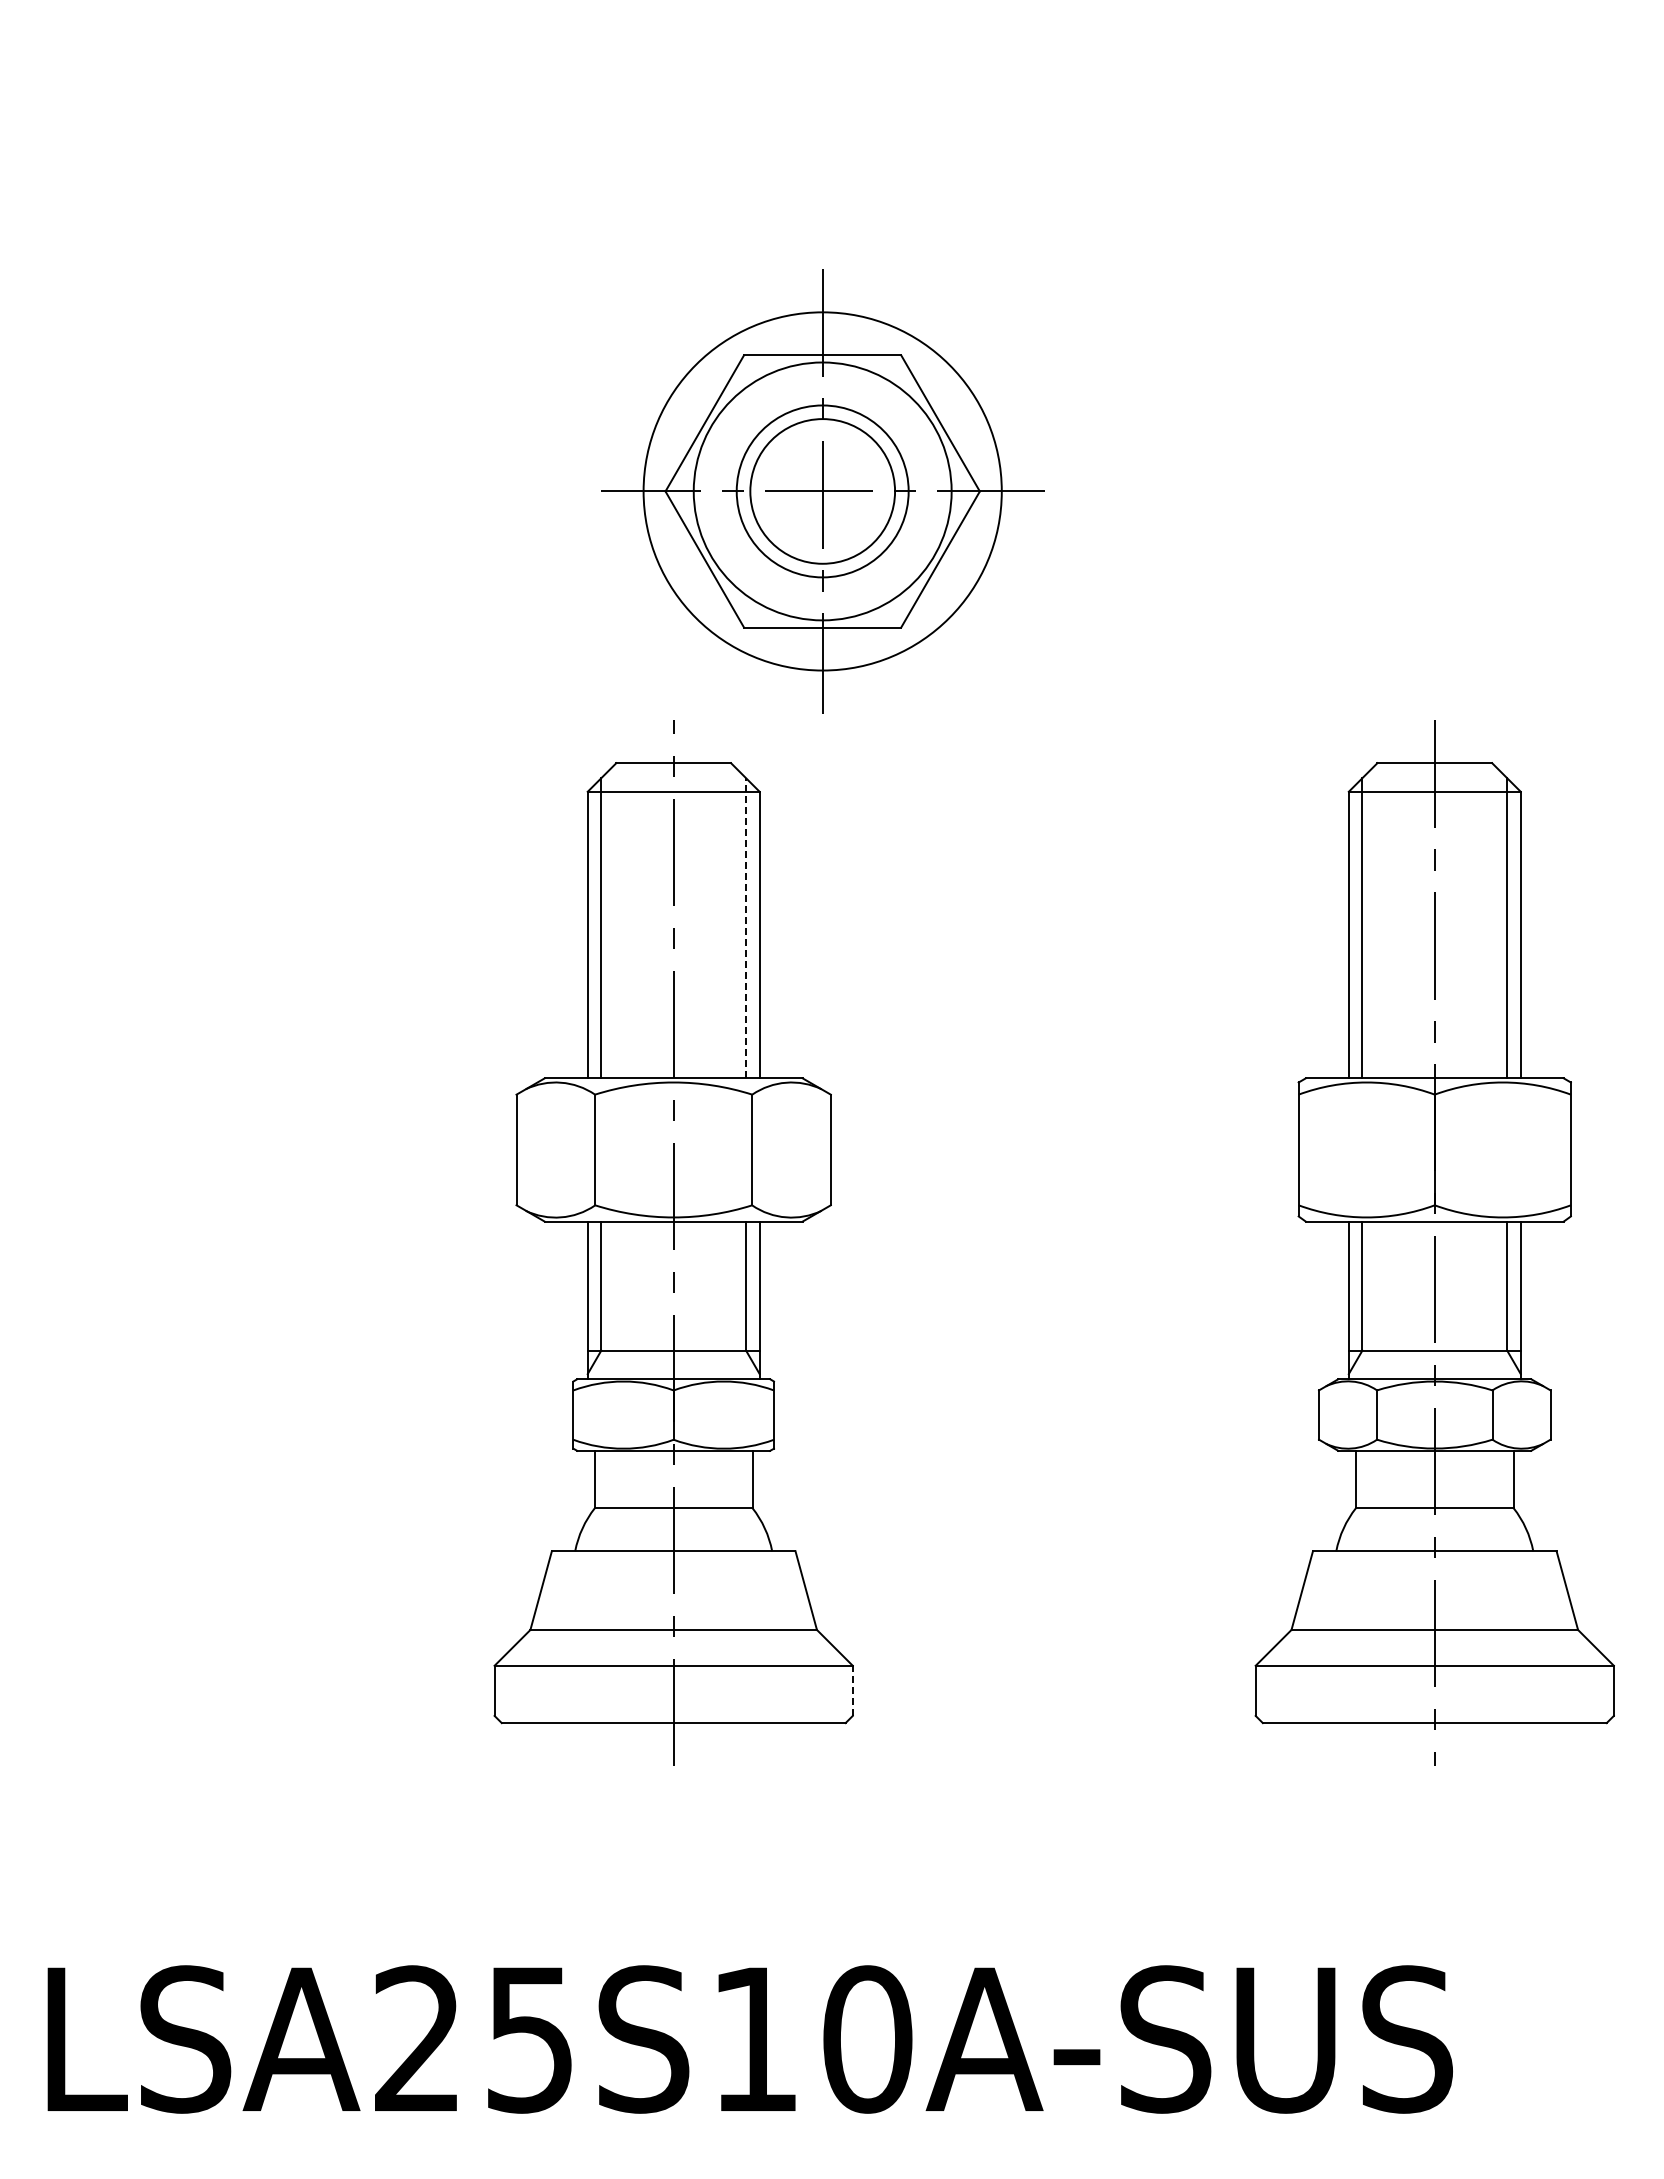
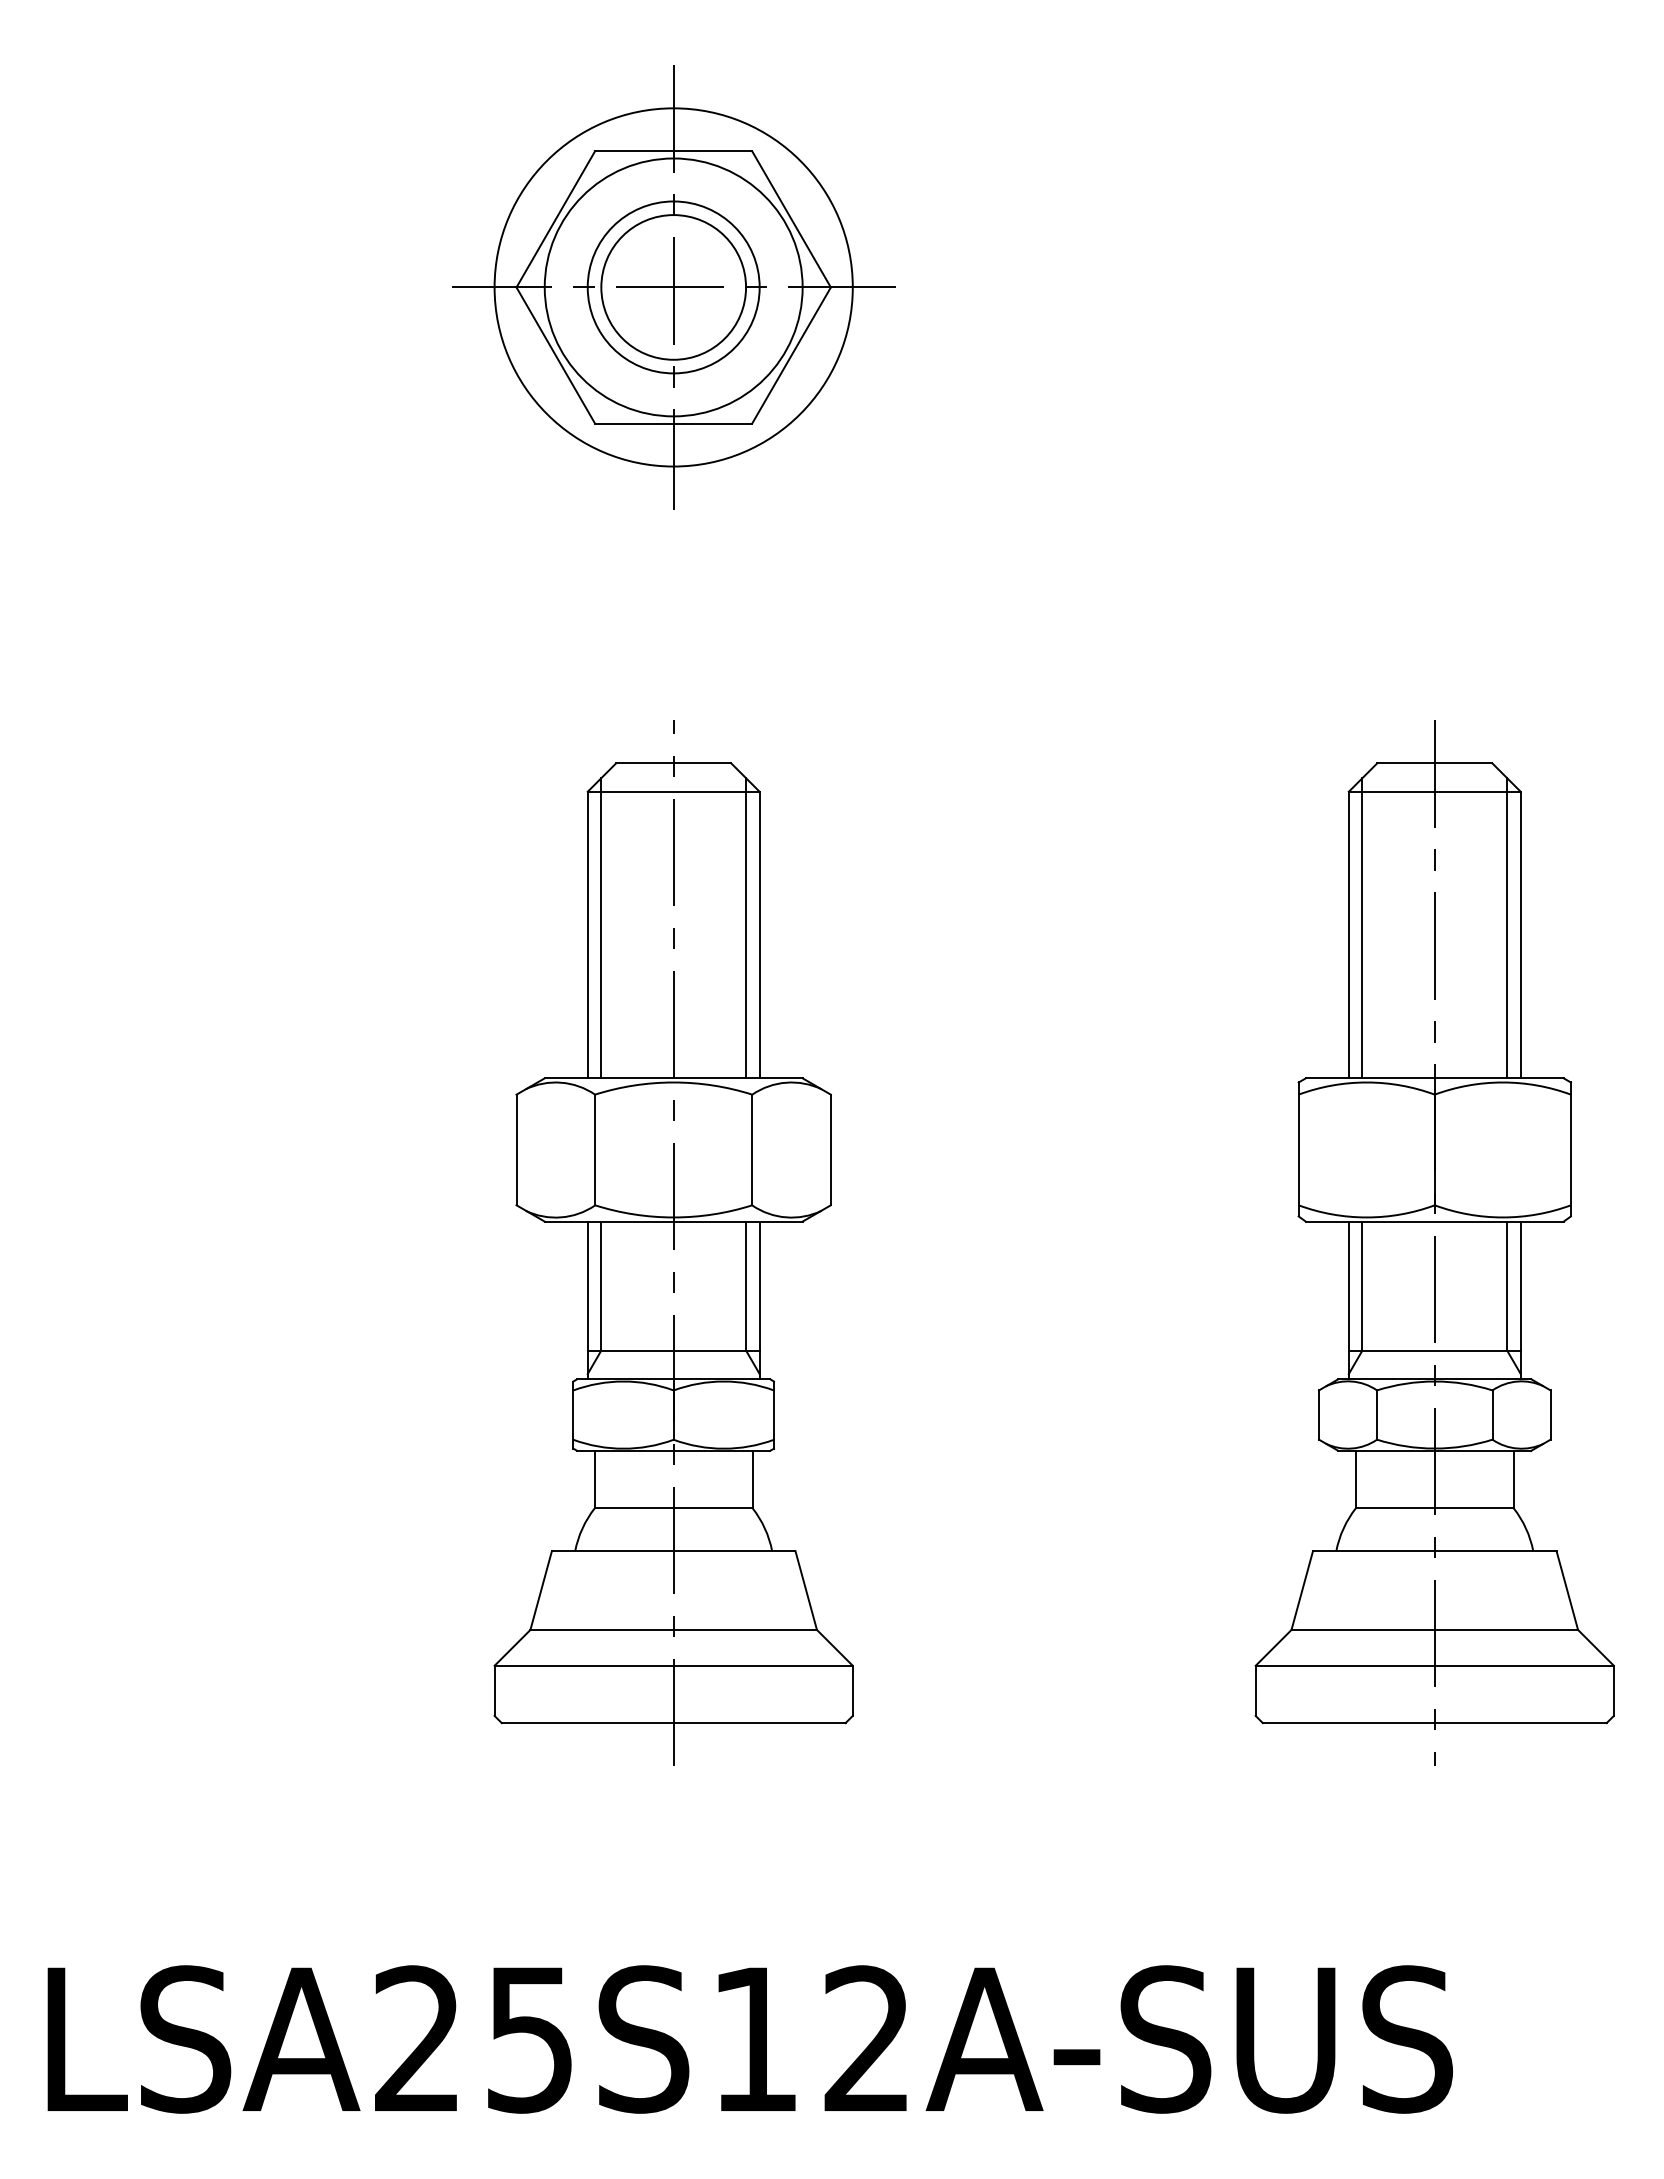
part at (822, 491) position: (822, 491) -> (673, 287)
line at (746, 927): dashed -> solid
line at (852, 1690): dashed -> solid
text at (867, 2039): LSA25S10A-SUS -> LSA25S12A-SUS
